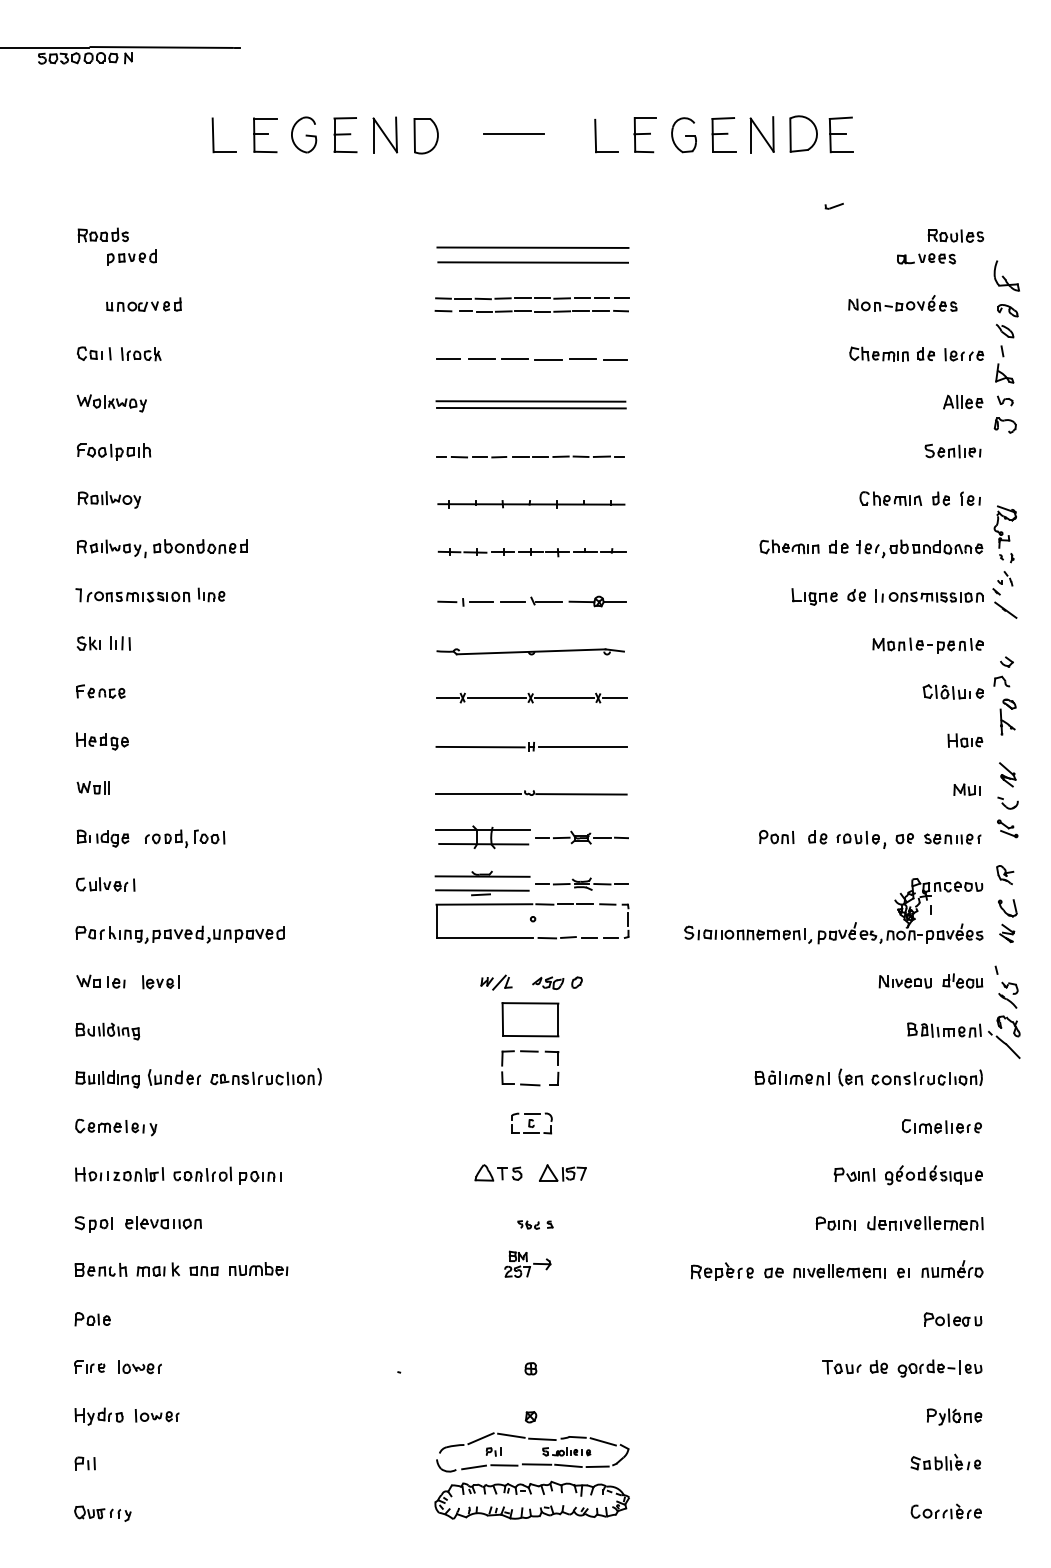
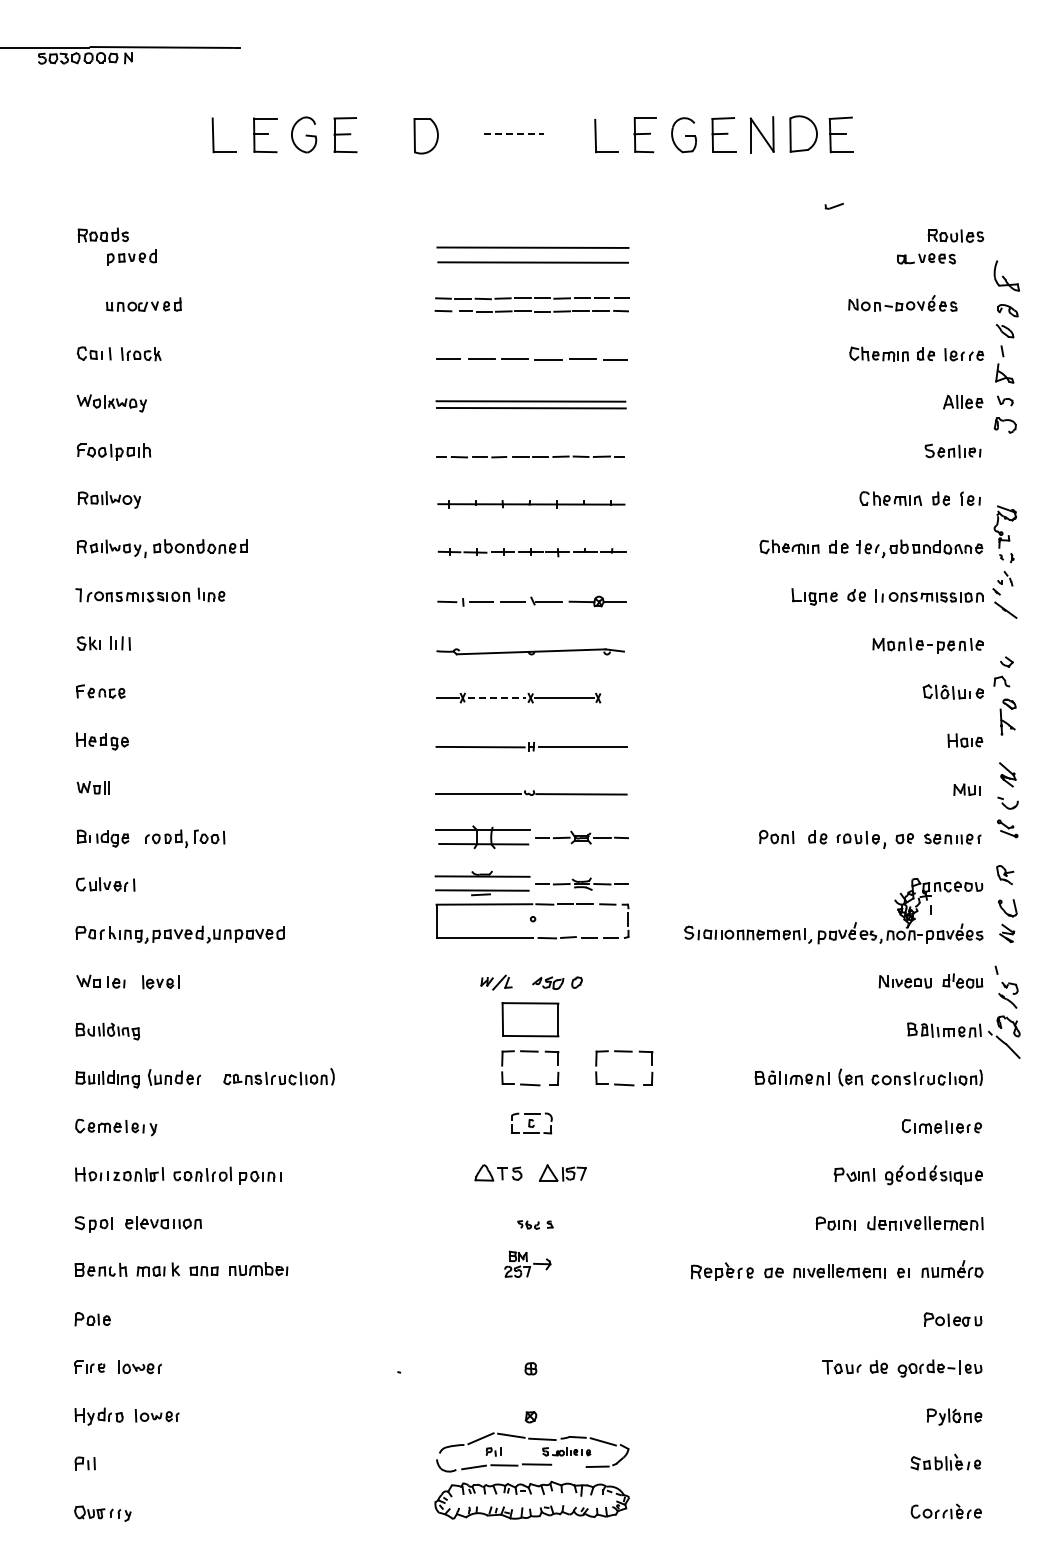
part at (384, 134): present -> none
line at (514, 134): solid -> dashed
line at (497, 697): solid -> dashed
line at (614, 698): present -> none
part at (265, 1076) position: (265, 1076) -> (278, 1076)
part at (621, 1083): none -> present
line at (568, 1465): present -> none
